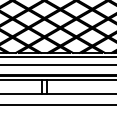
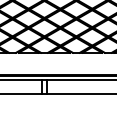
line at (57, 57): present -> none
line at (57, 64): present -> none
line at (57, 104): present -> none
